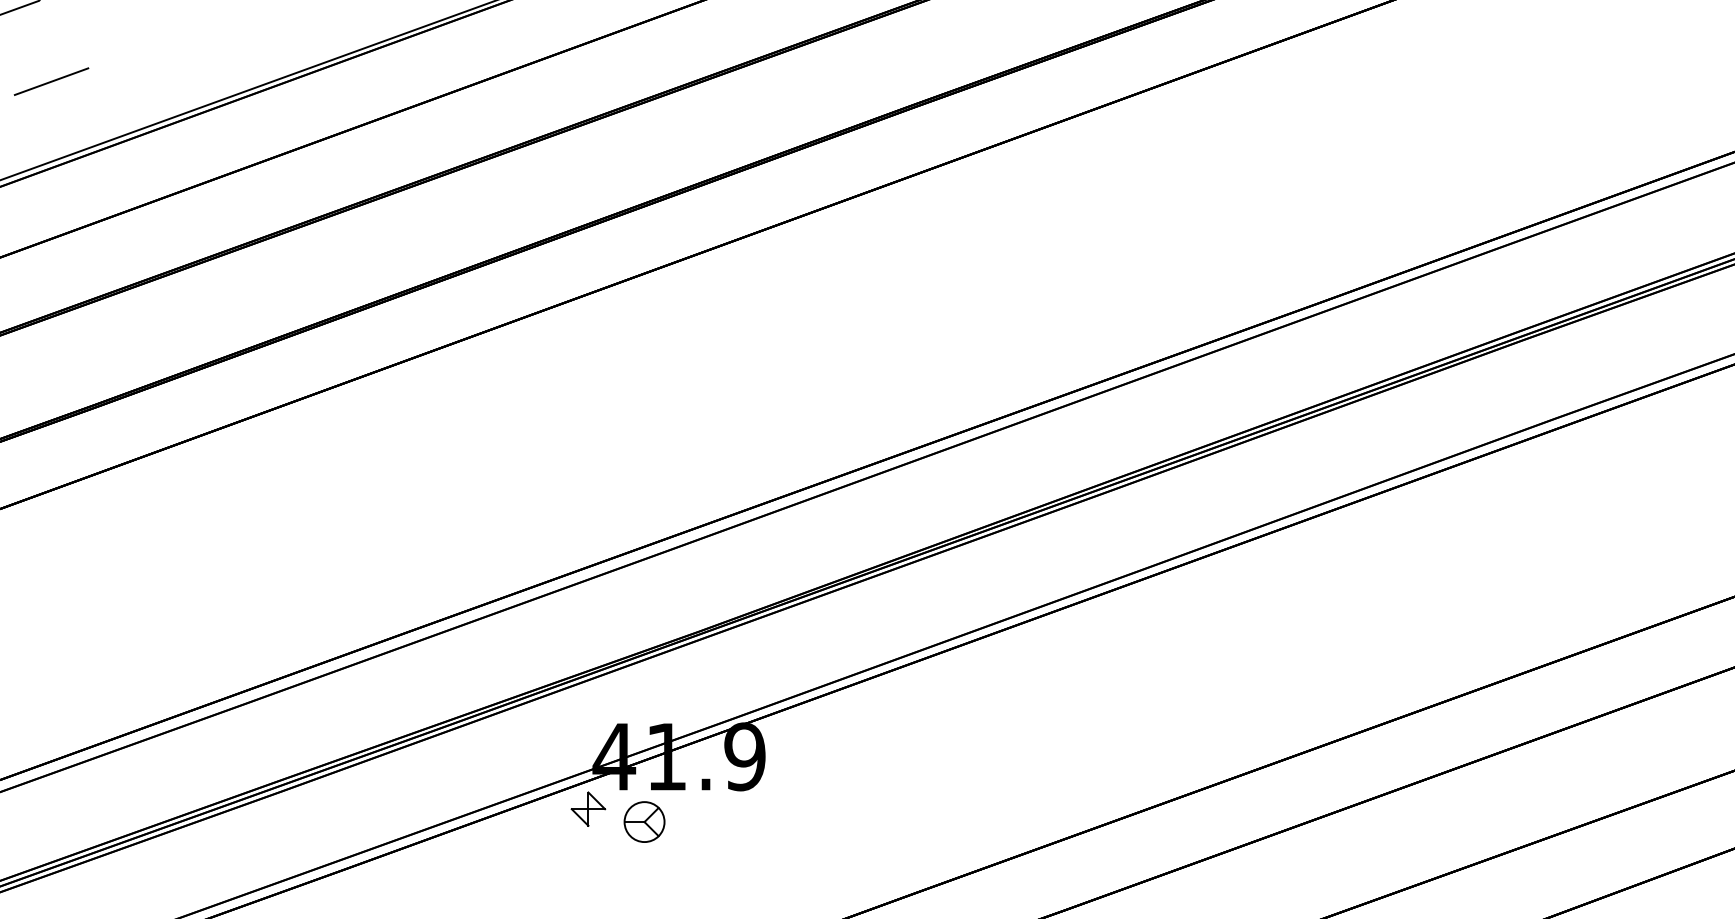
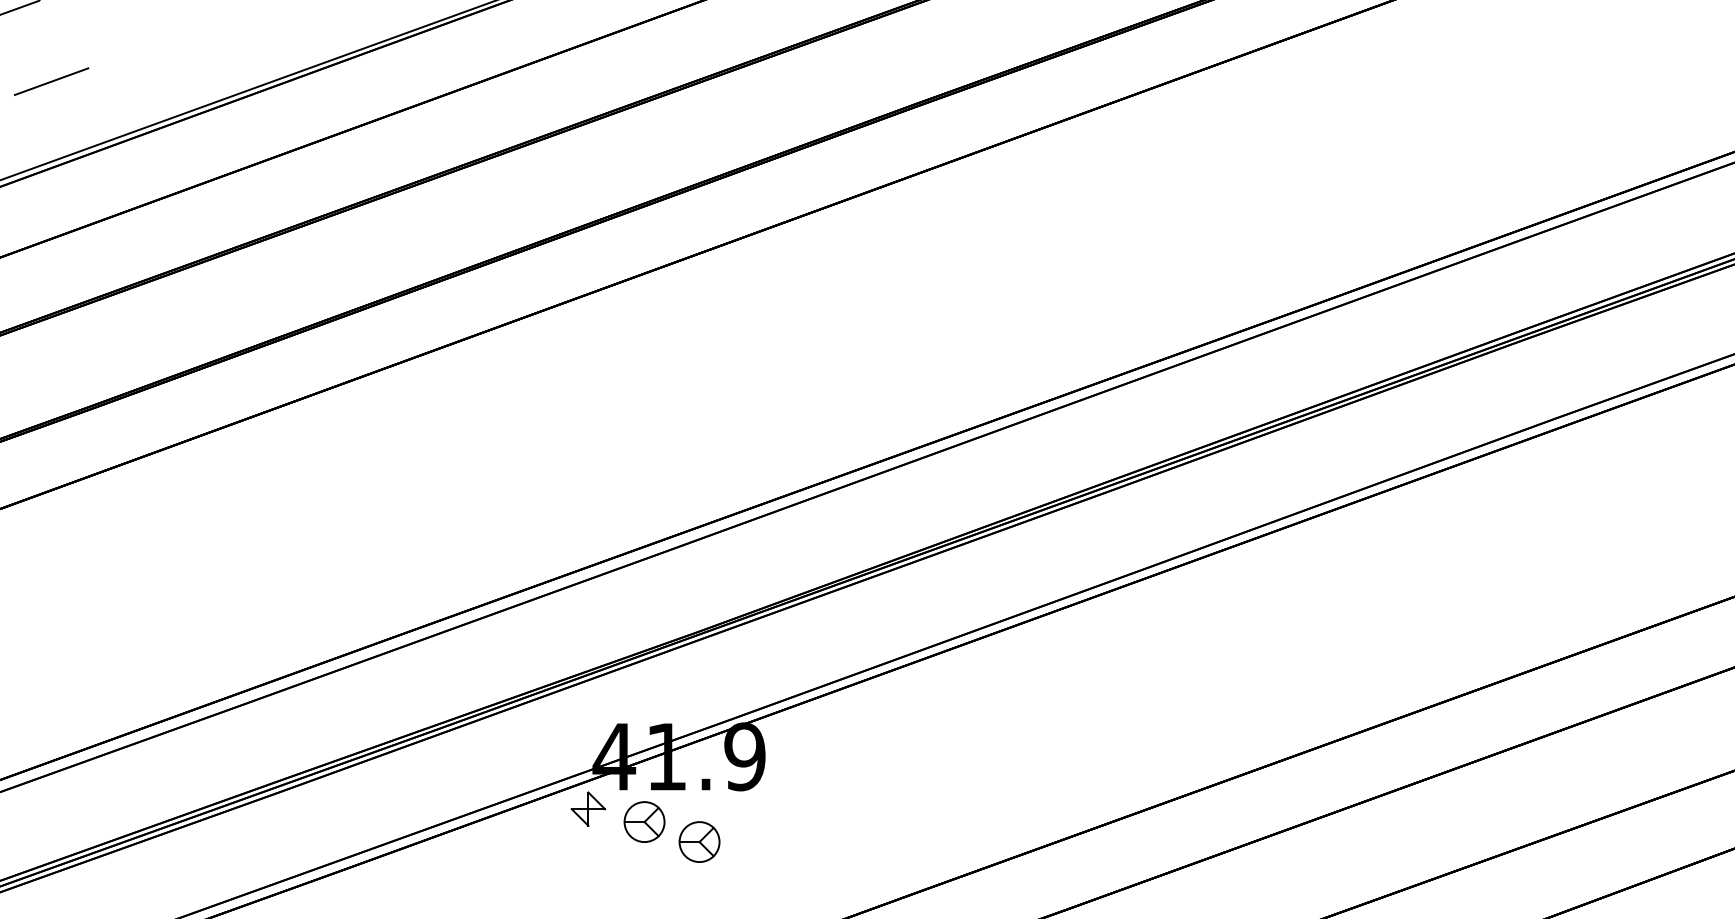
part at (699, 841): none -> present
